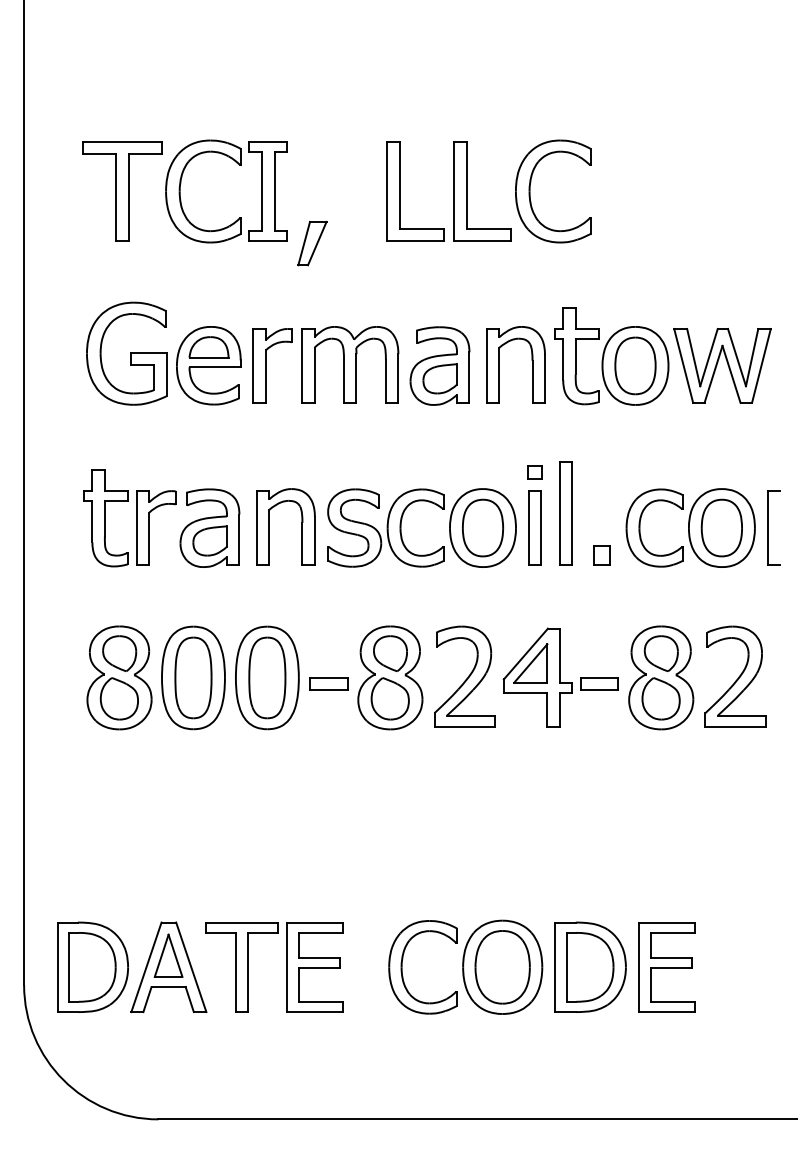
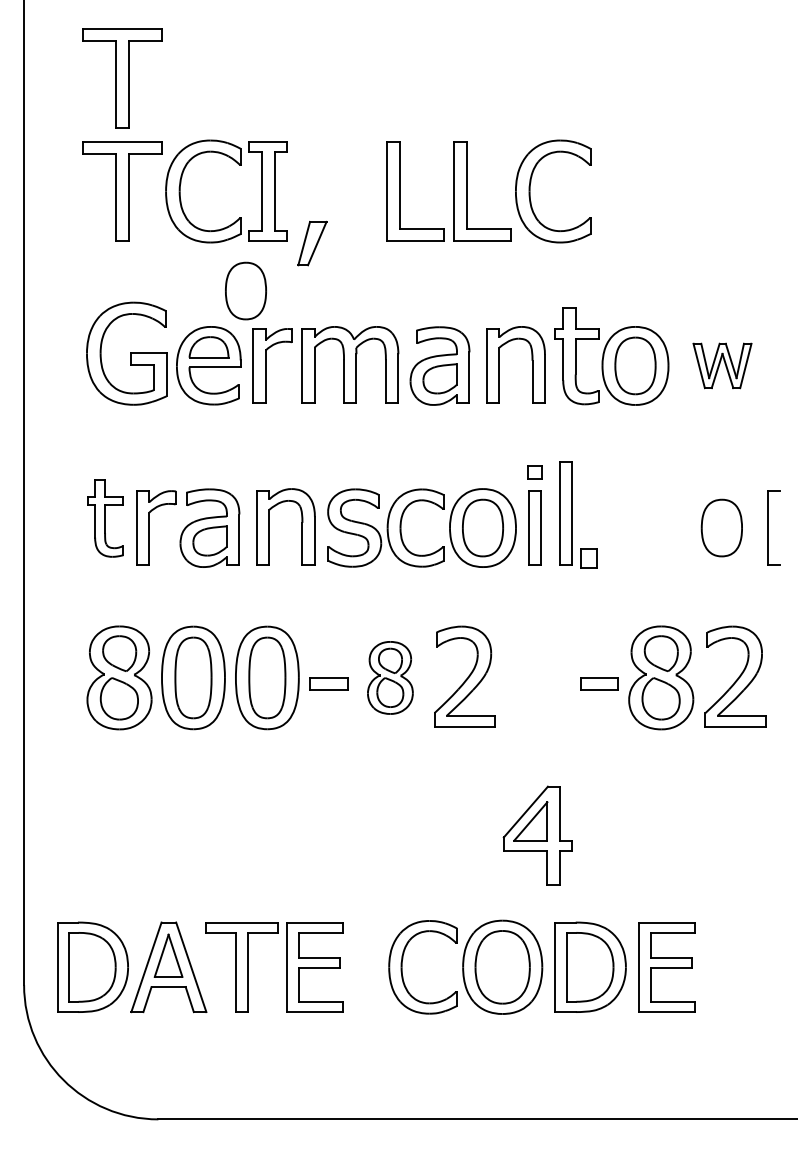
part at (122, 78): none -> present
part at (245, 290): none -> present
part at (722, 365) size: 99x76 px -> 61x48 px
part at (105, 518) size: 46x99 px -> 37x79 px
part at (690, 527): present -> none
part at (601, 555) position: (601, 555) -> (588, 558)
part at (390, 677) size: 67x106 px -> 47x74 px
part at (537, 677) position: (537, 677) -> (537, 835)
